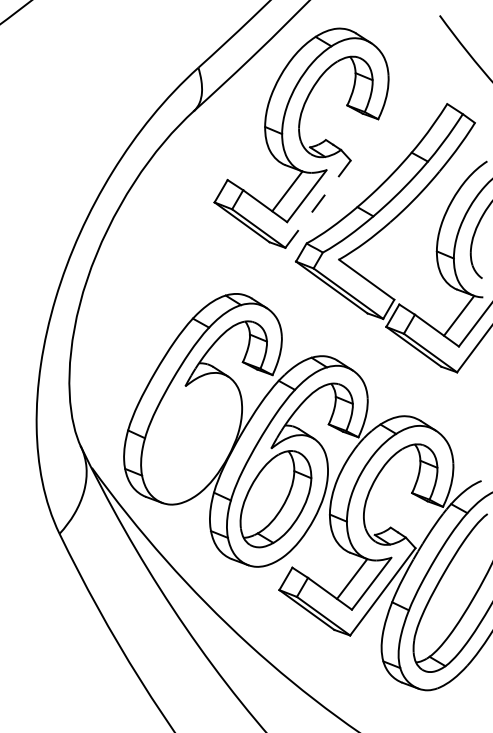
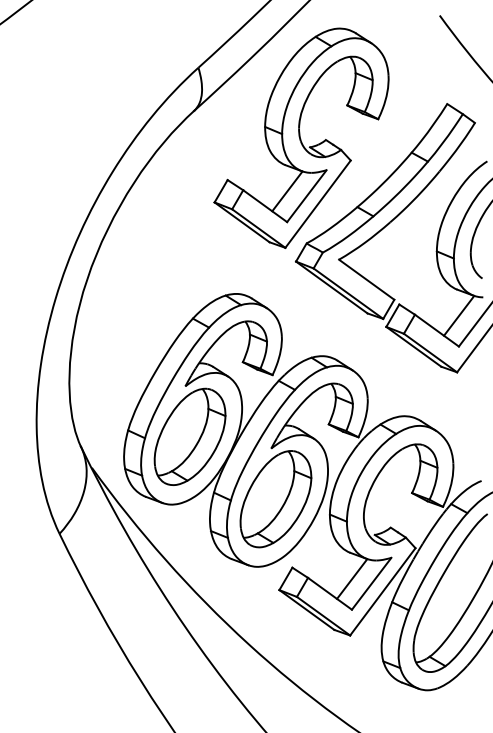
line at (318, 204): dashed -> solid
part at (189, 436): none -> present
